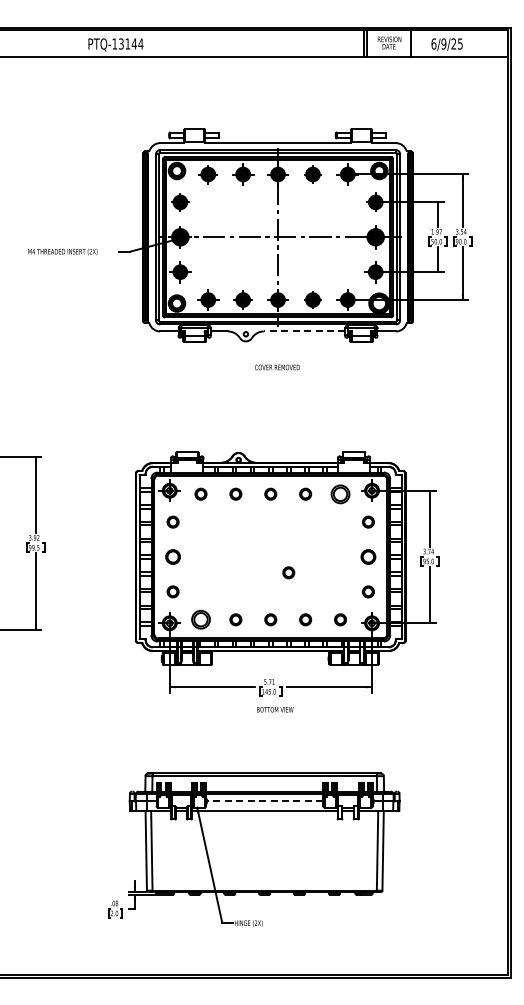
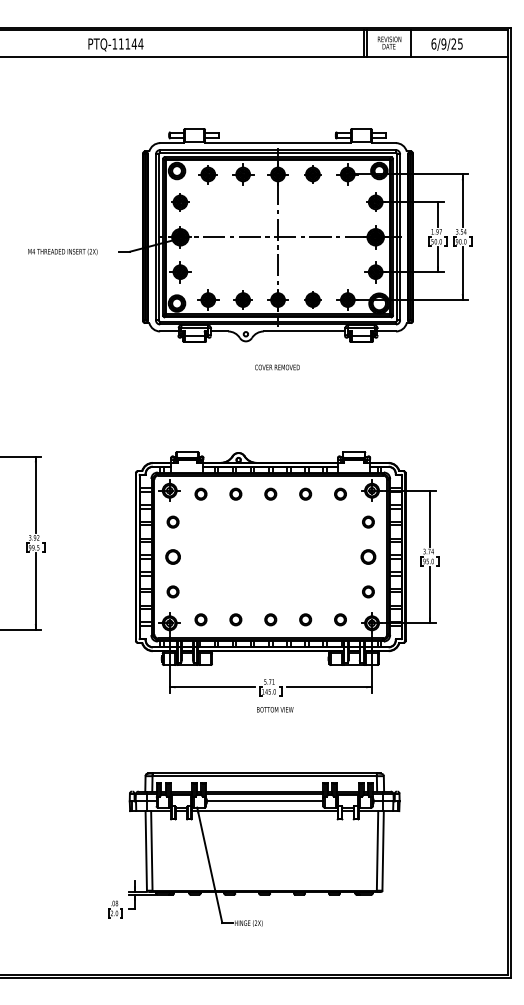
text at (121, 43): PTQ-13144 -> PTQ-11144
line at (304, 331): dashed -> solid
part at (340, 494) size: 21x21 px -> 13x14 px
part at (288, 572): present -> none
part at (200, 619) size: 20x21 px -> 14x14 px
line at (264, 801): dashed -> solid
